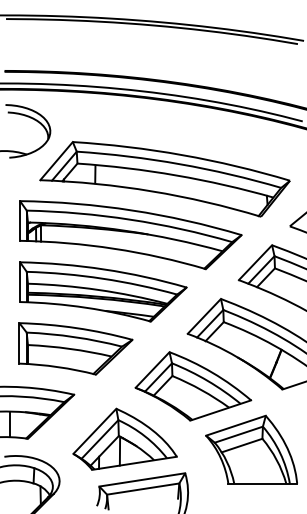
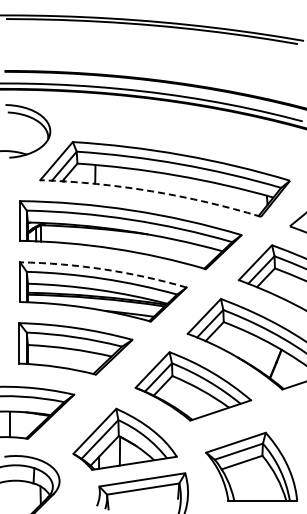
arc at (151, 191): solid -> dashed
arc at (104, 269): solid -> dashed
part at (251, 449) position: (251, 449) -> (251, 466)
